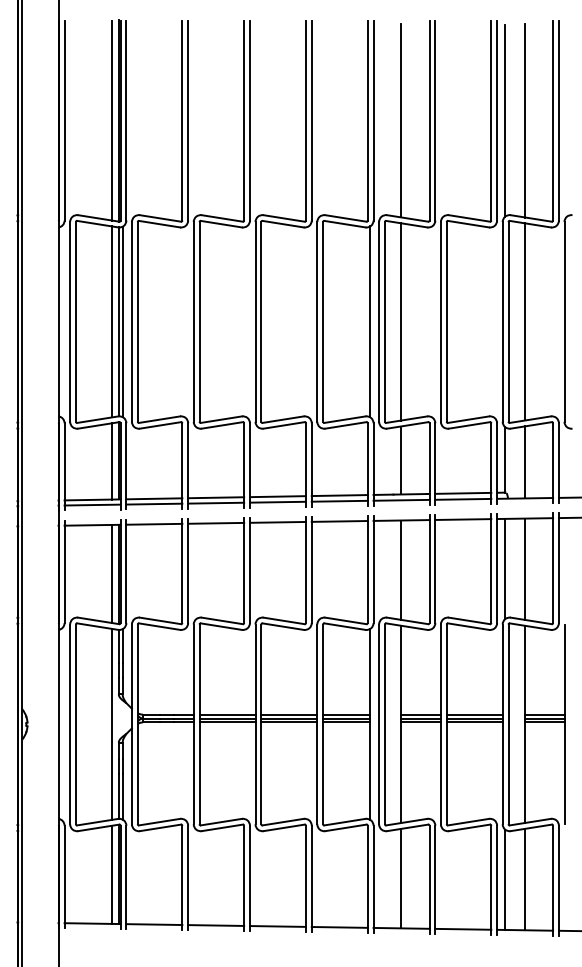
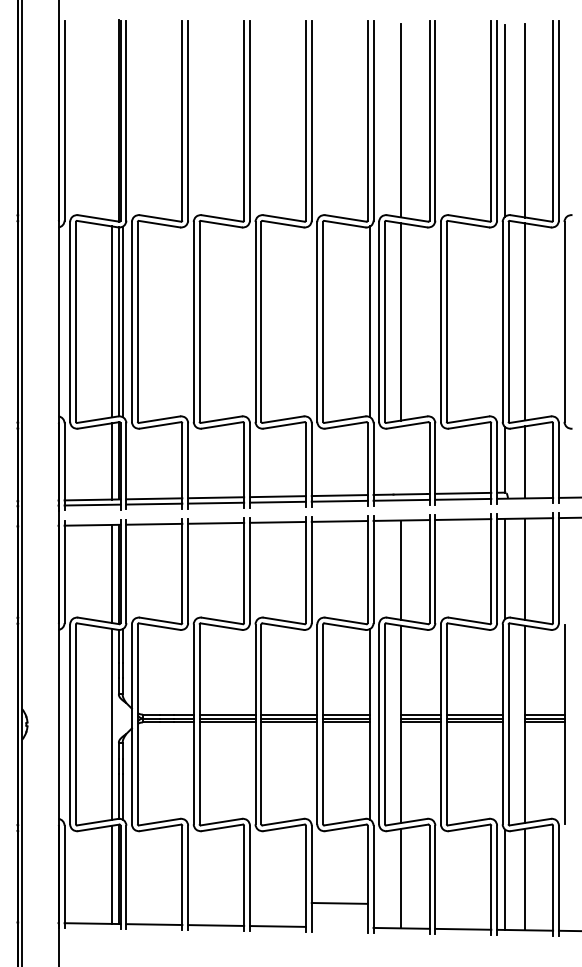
line at (111, 120): present -> none
line at (400, 460): present -> none
line at (339, 927) position: (339, 927) -> (339, 903)
